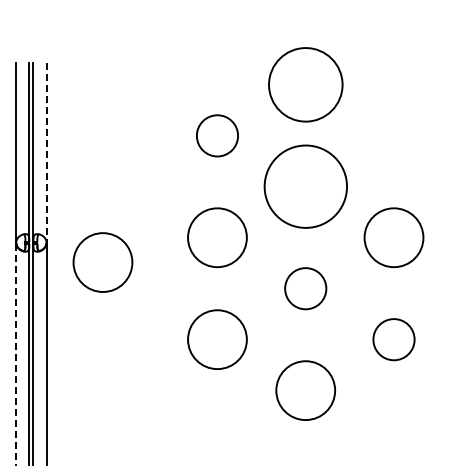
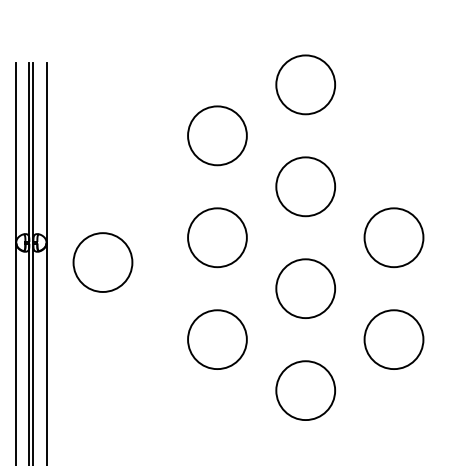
circle at (305, 84) size: 76x76 px -> 61x62 px
circle at (217, 135) size: 43x44 px -> 61x62 px
line at (46, 152): dashed -> solid
circle at (305, 186) size: 85x85 px -> 61x62 px
circle at (305, 288) diameter: 41 px -> 59 px
circle at (393, 339) diameter: 41 px -> 59 px
line at (16, 354): dashed -> solid
